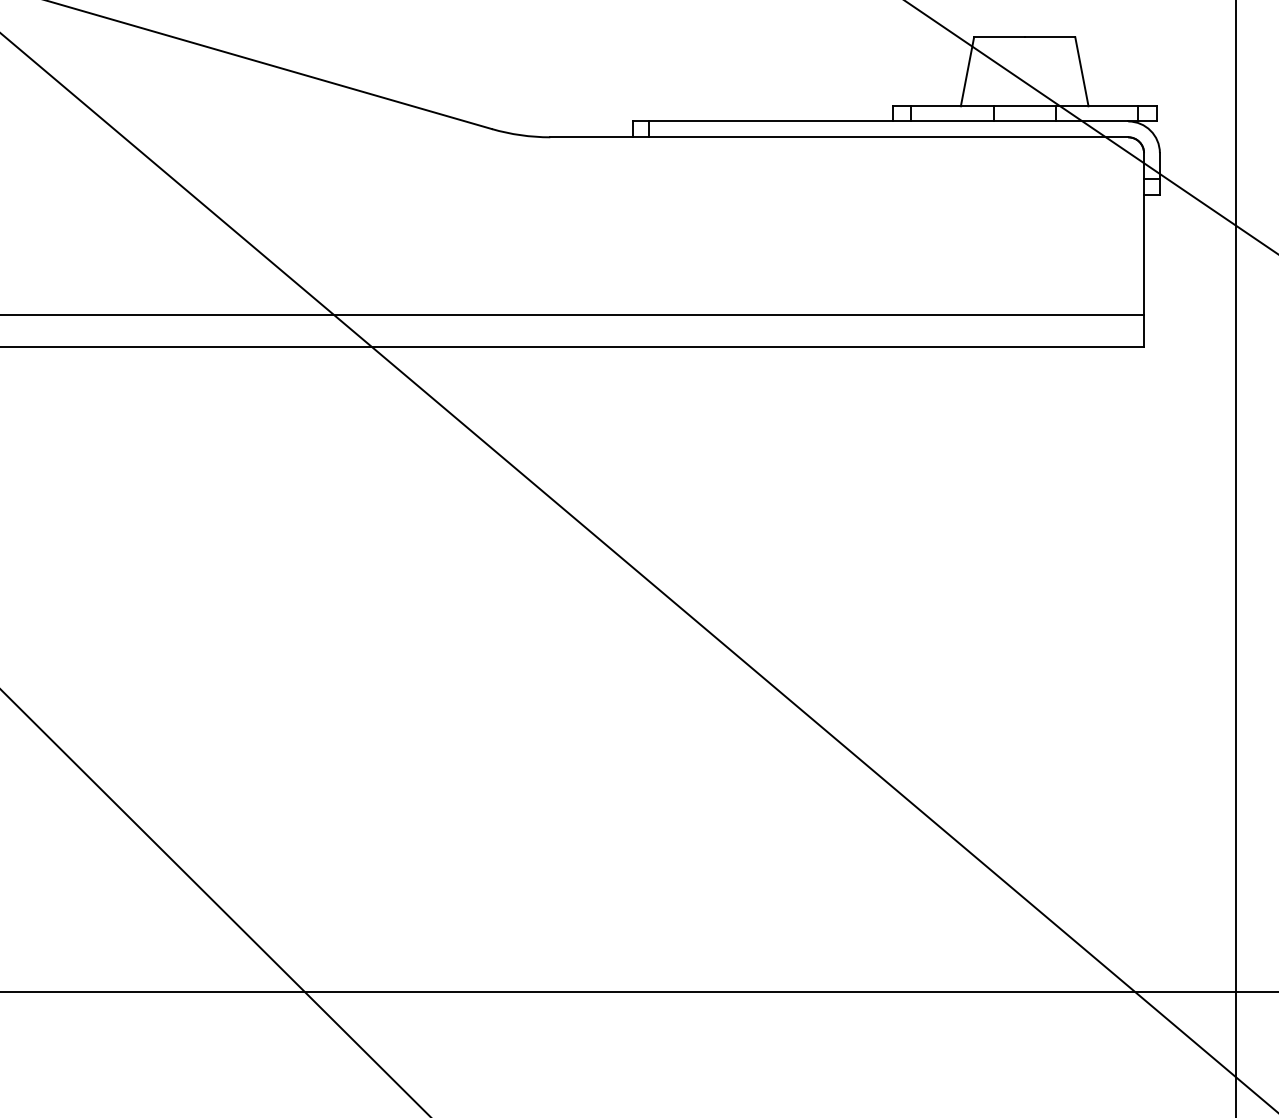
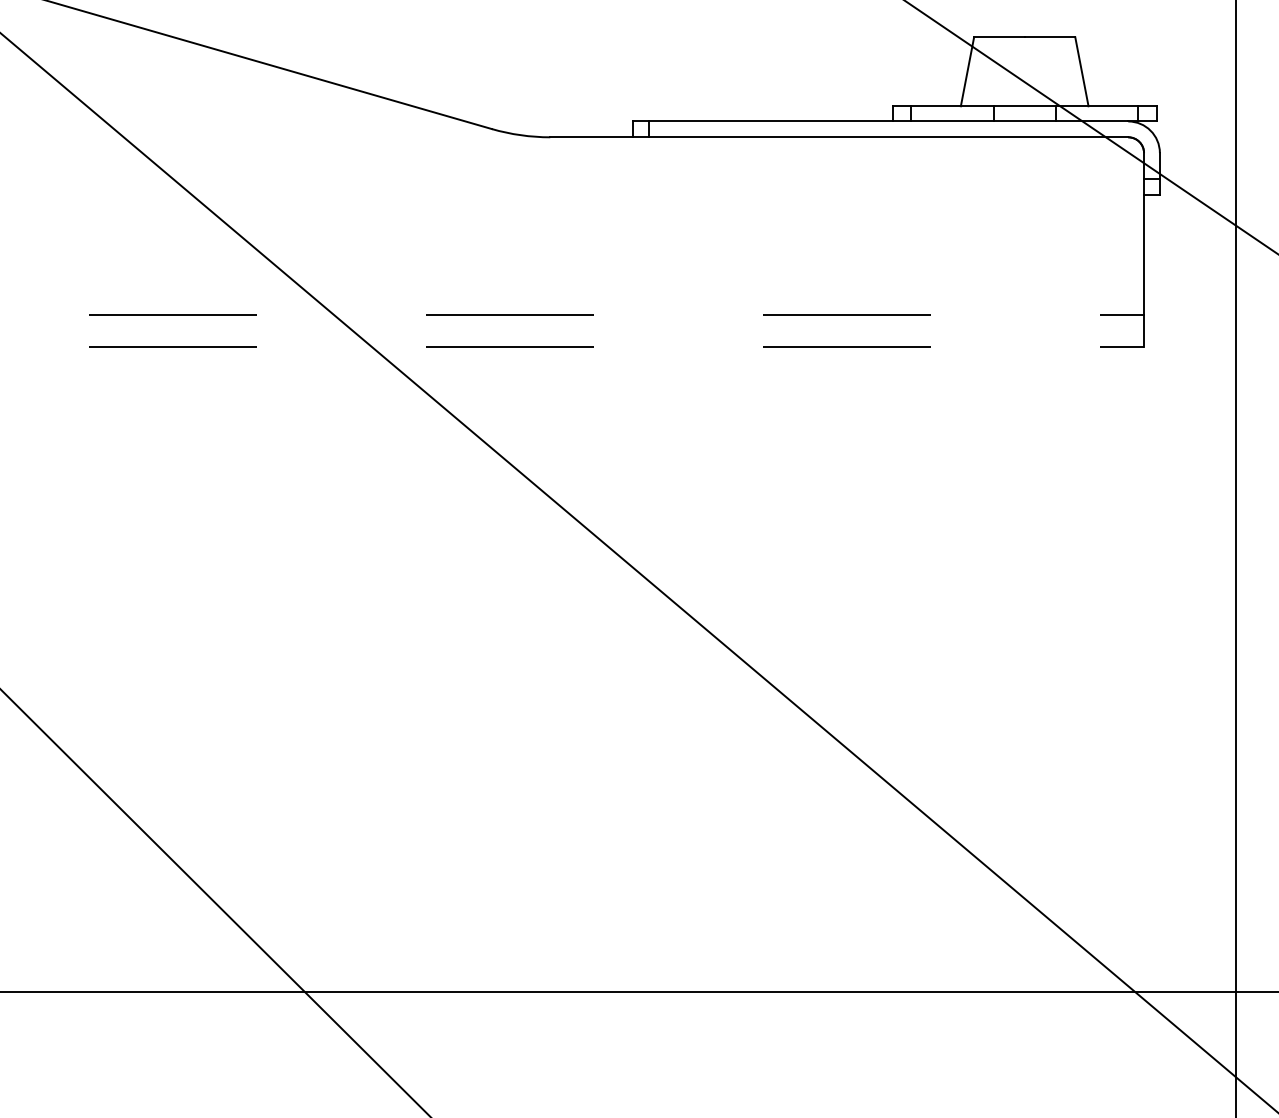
line at (572, 315): solid -> dashed
line at (572, 346): solid -> dashed
